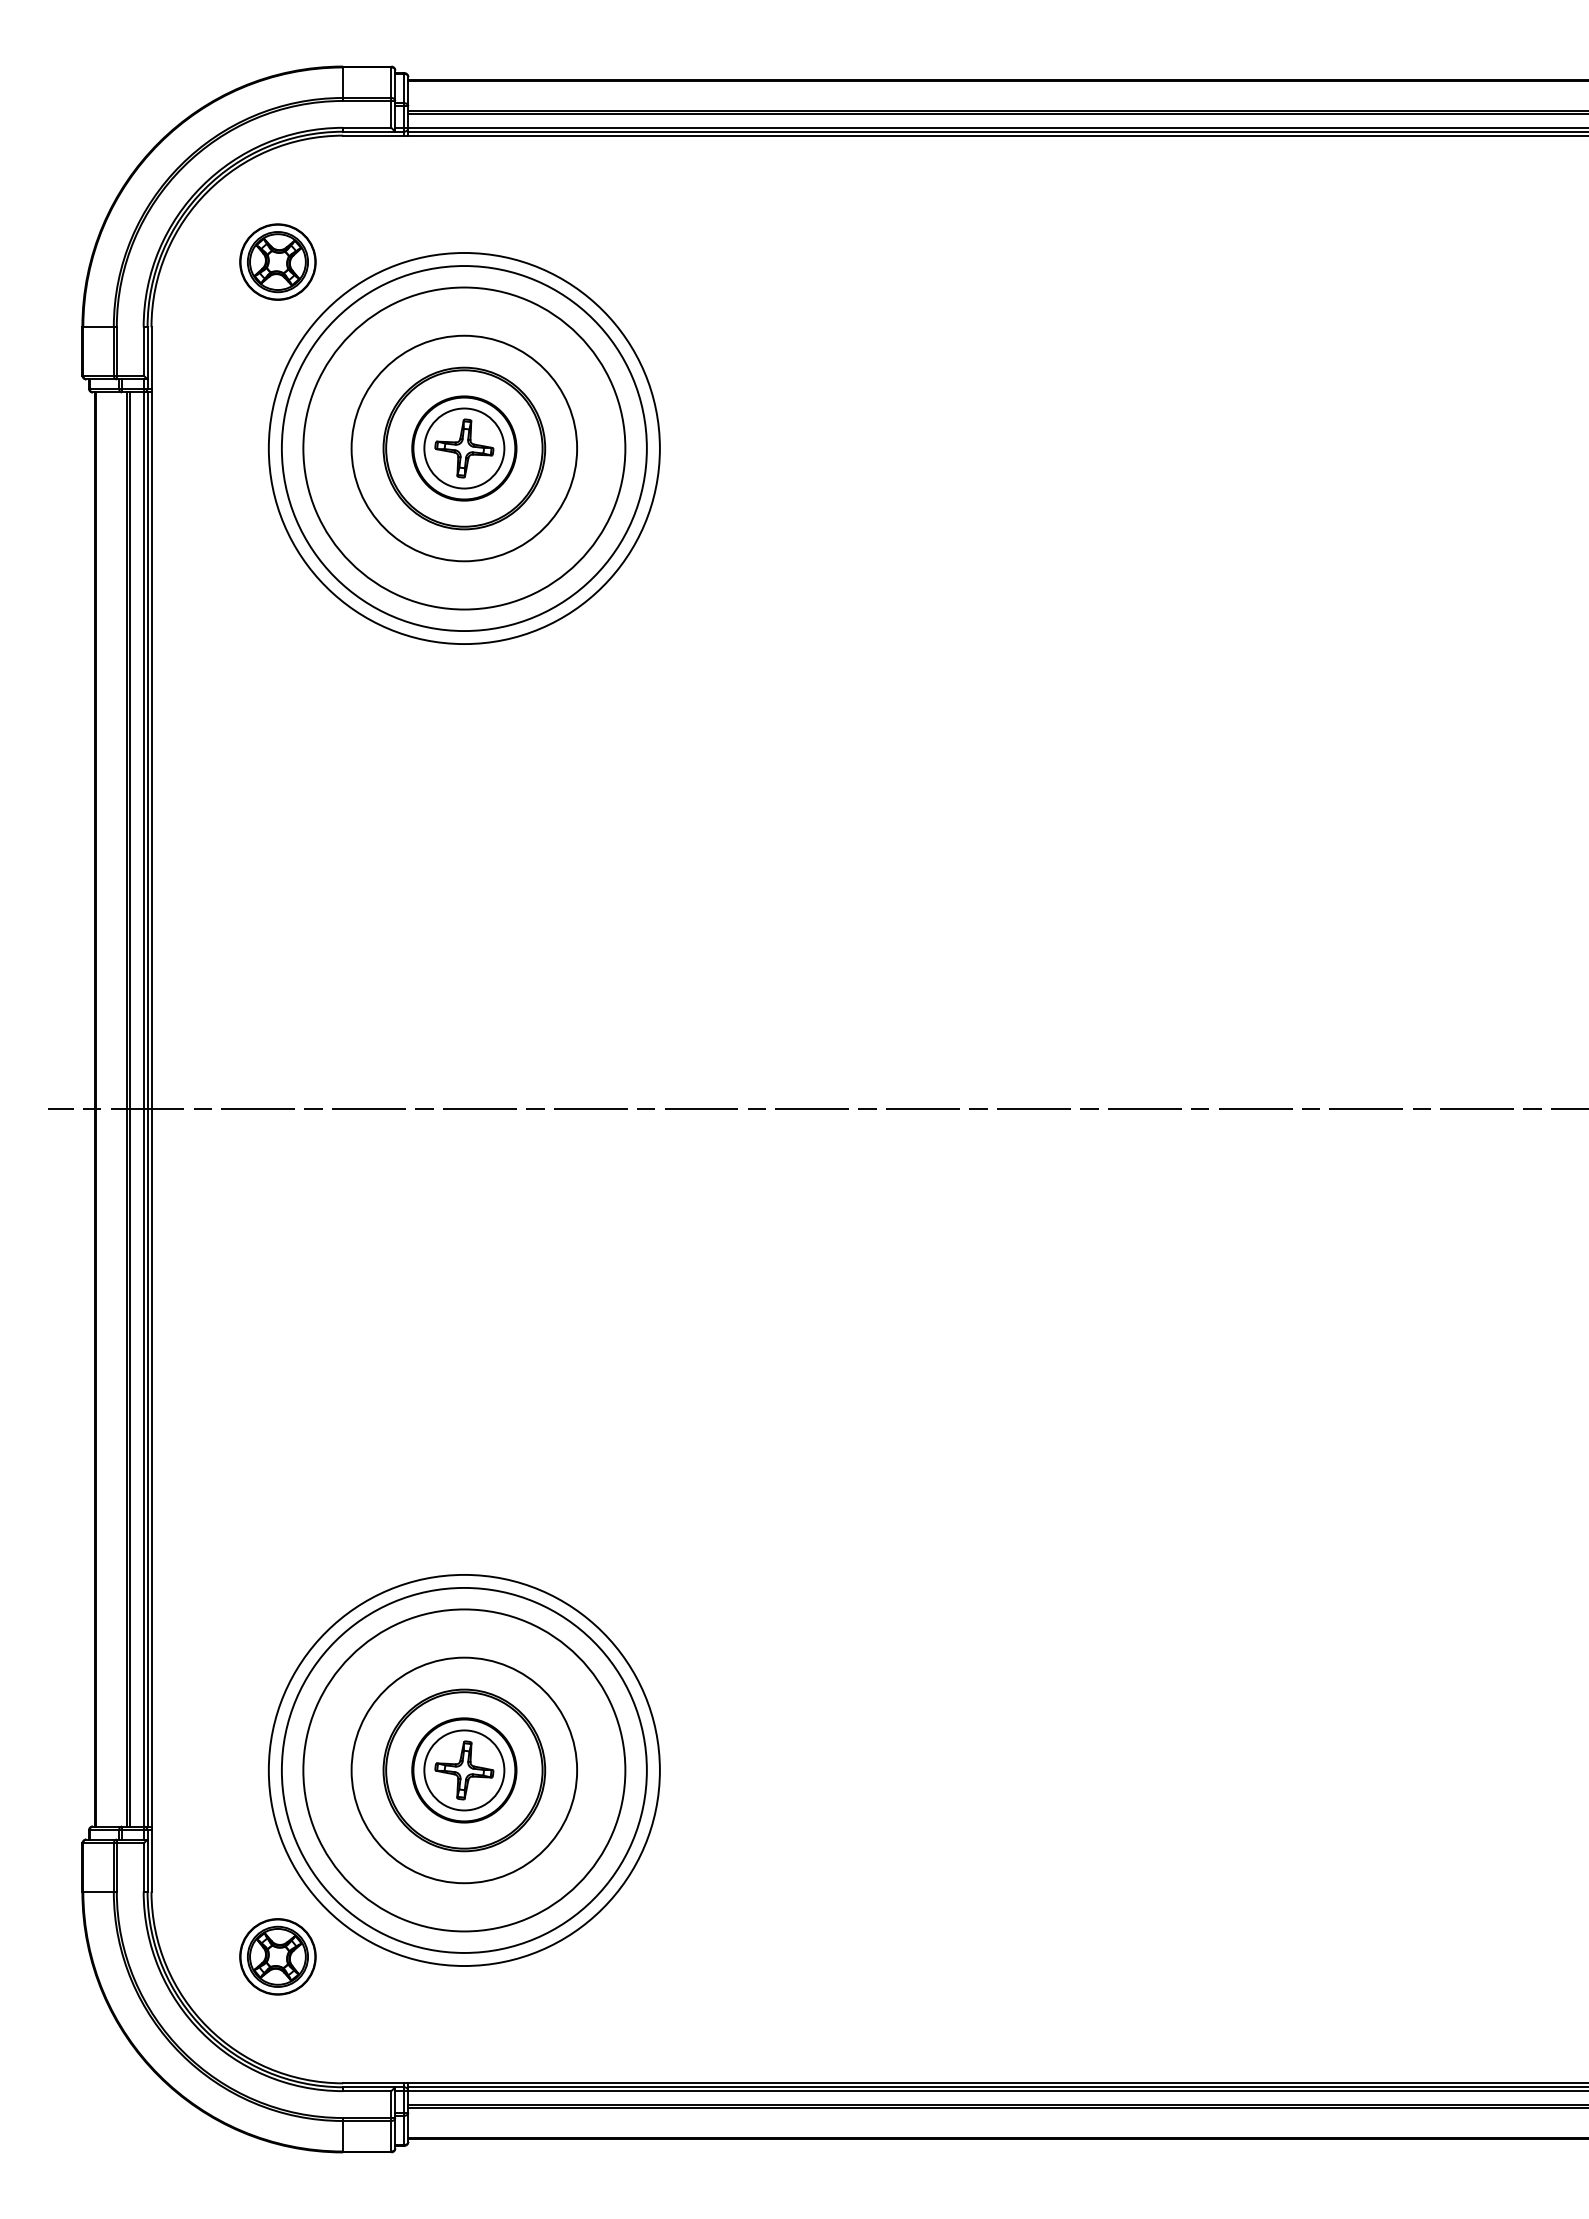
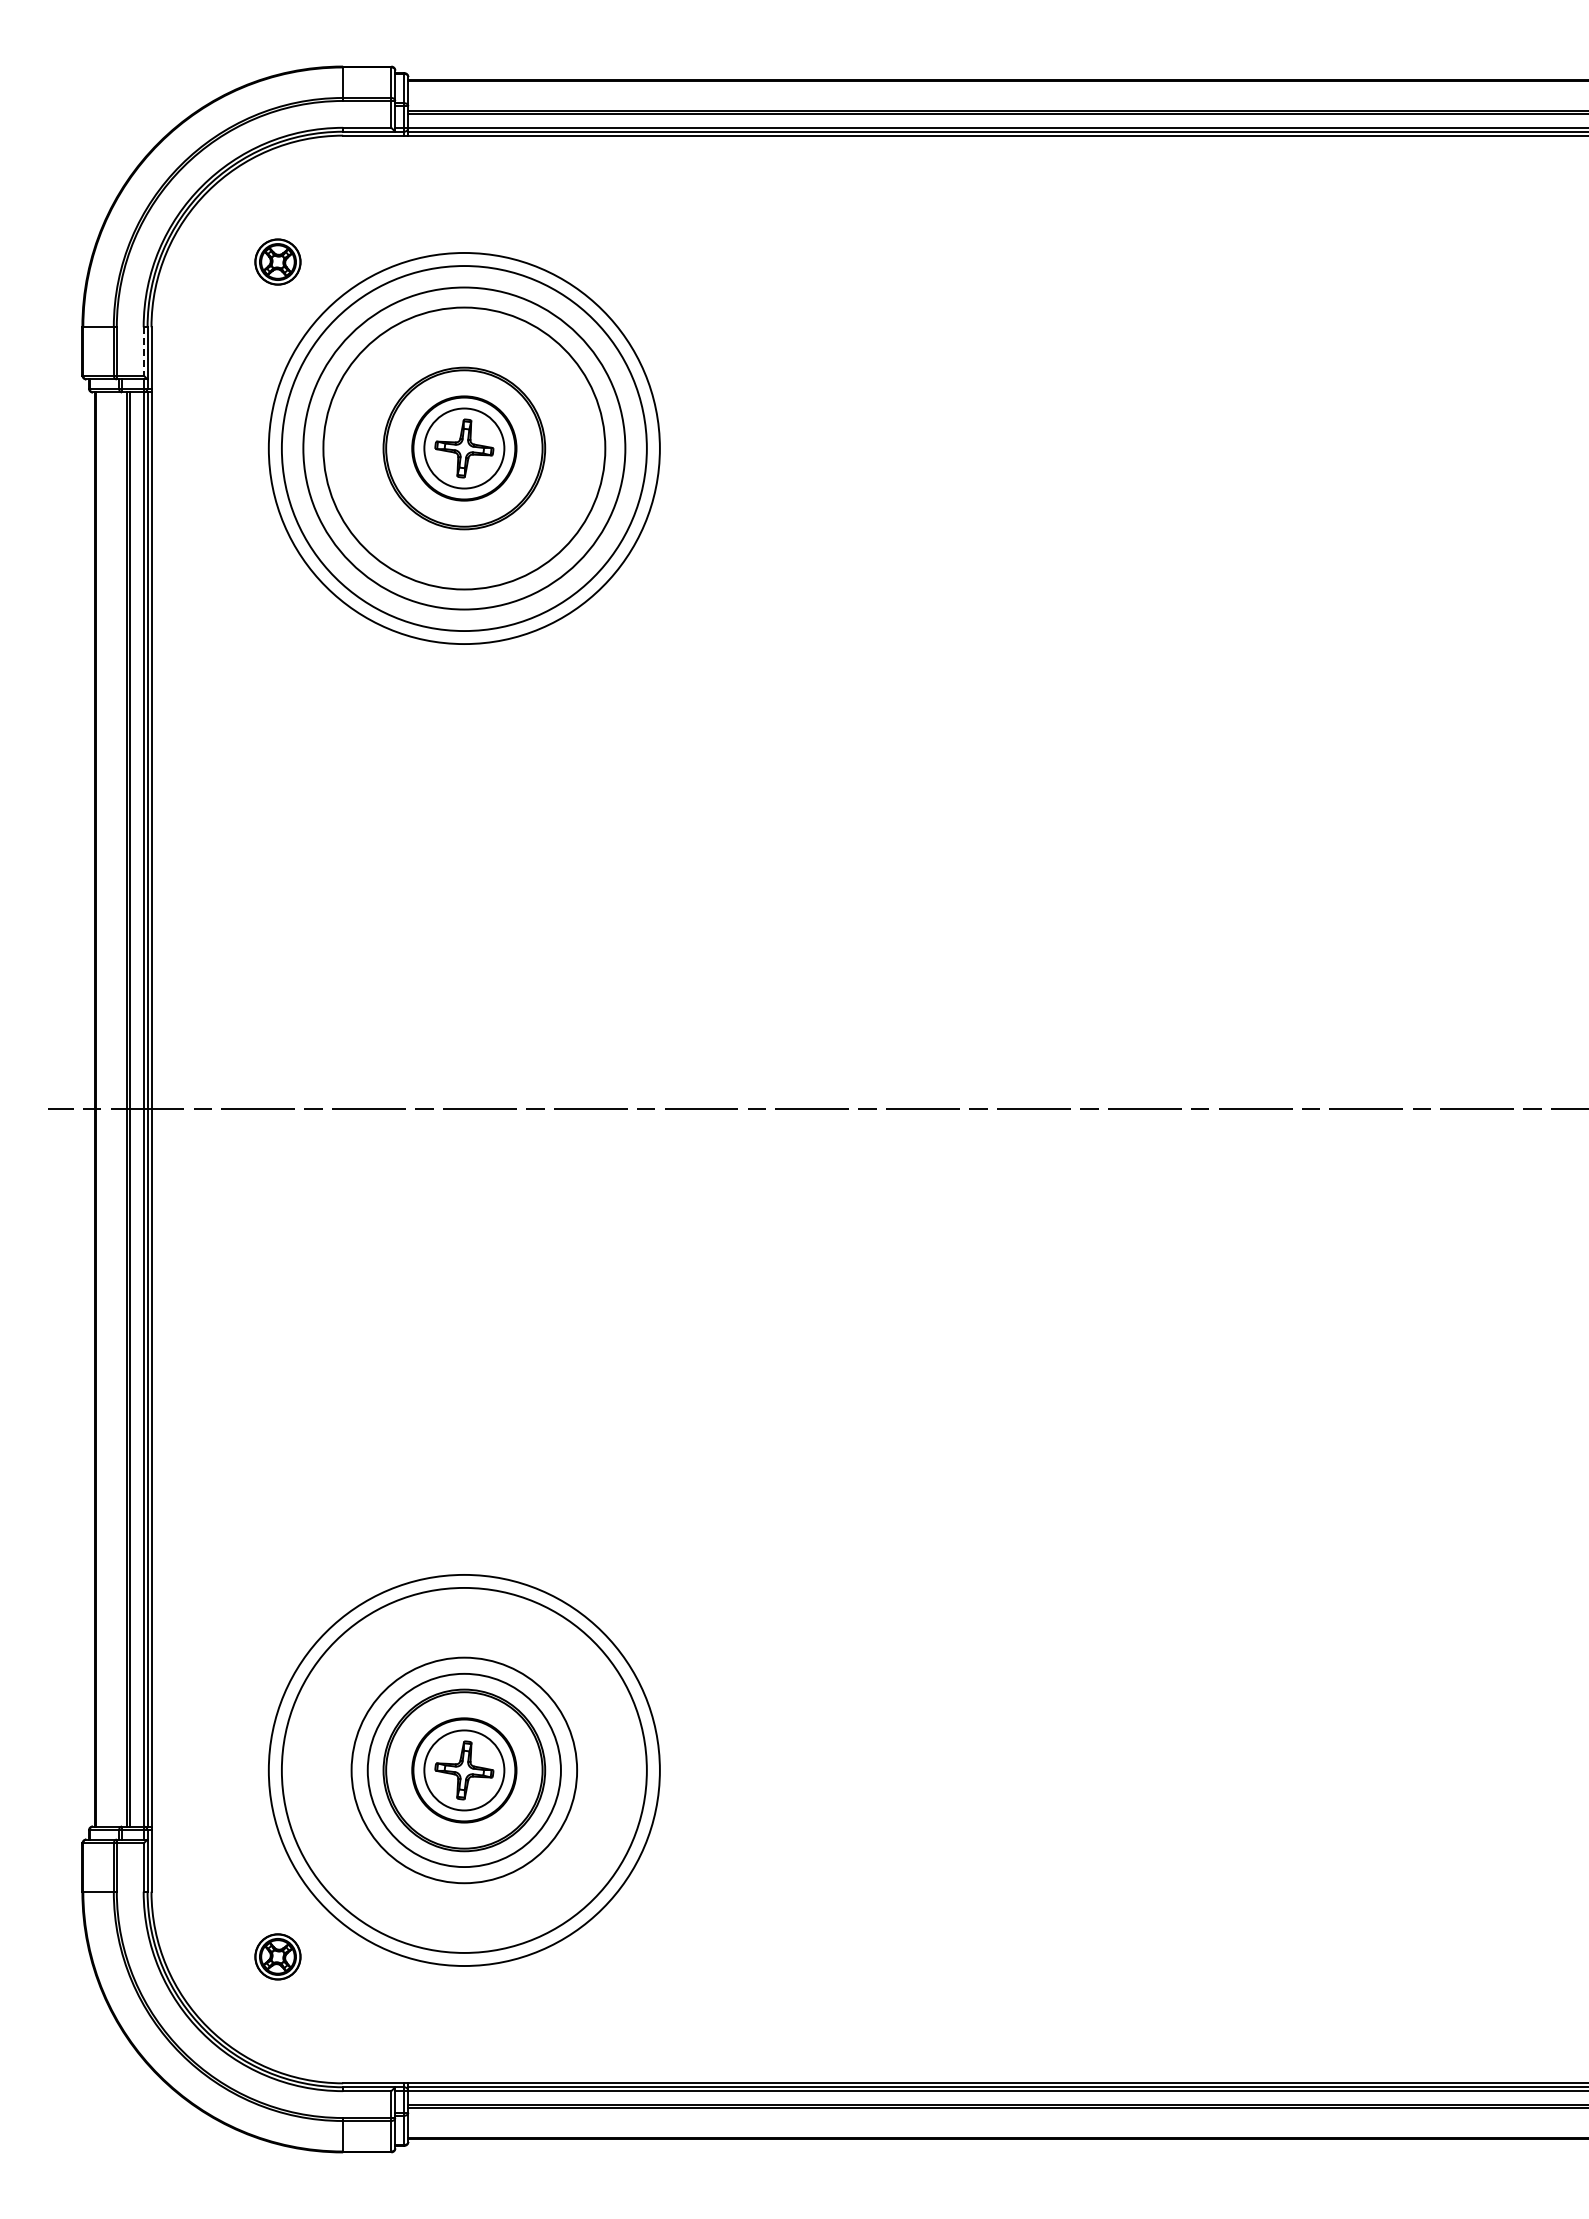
part at (277, 261) size: 78x78 px -> 48x48 px
line at (143, 351): solid -> dashed
circle at (464, 448) diameter: 226 px -> 282 px
circle at (464, 1770) diameter: 322 px -> 193 px
part at (277, 1956) size: 78x78 px -> 48x48 px
